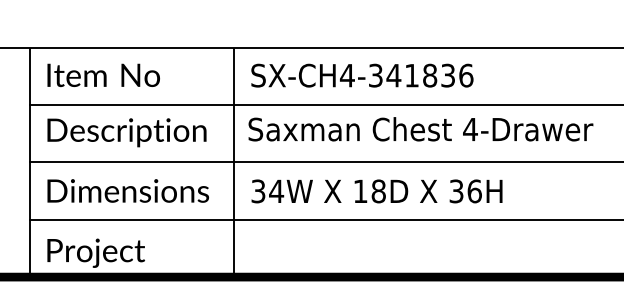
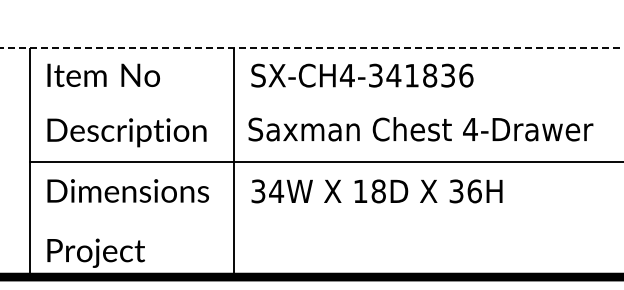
line at (311, 47): solid -> dashed
line at (324, 105): present -> none
line at (324, 219): present -> none
